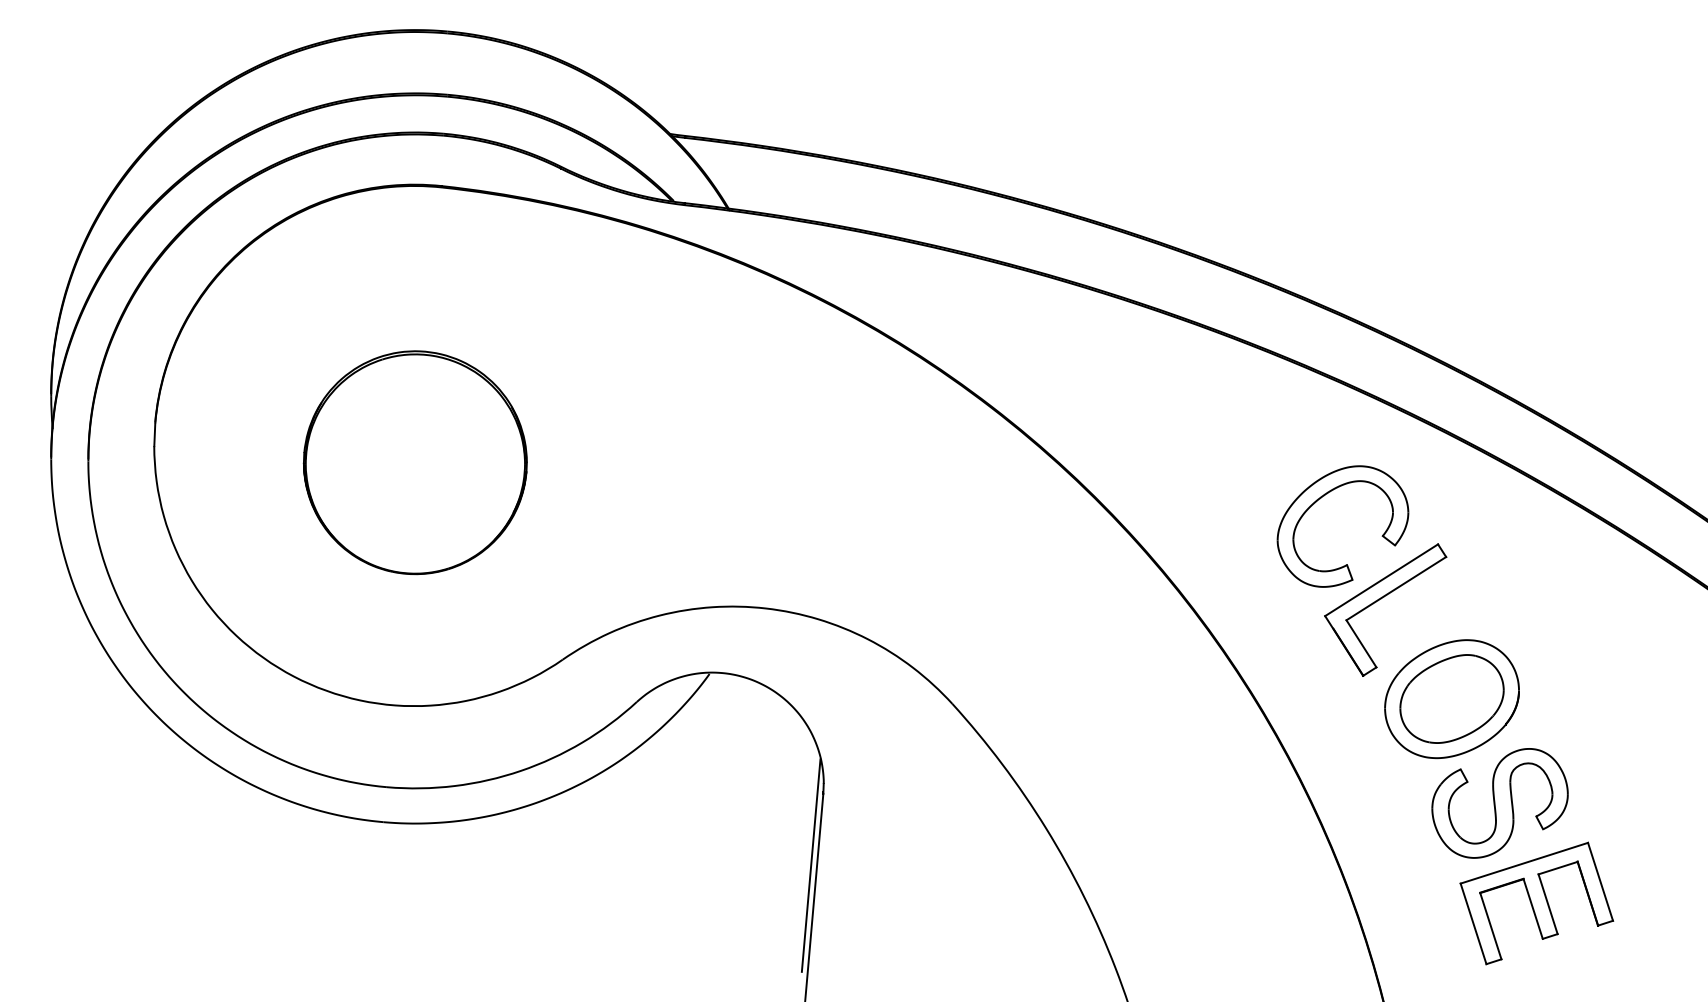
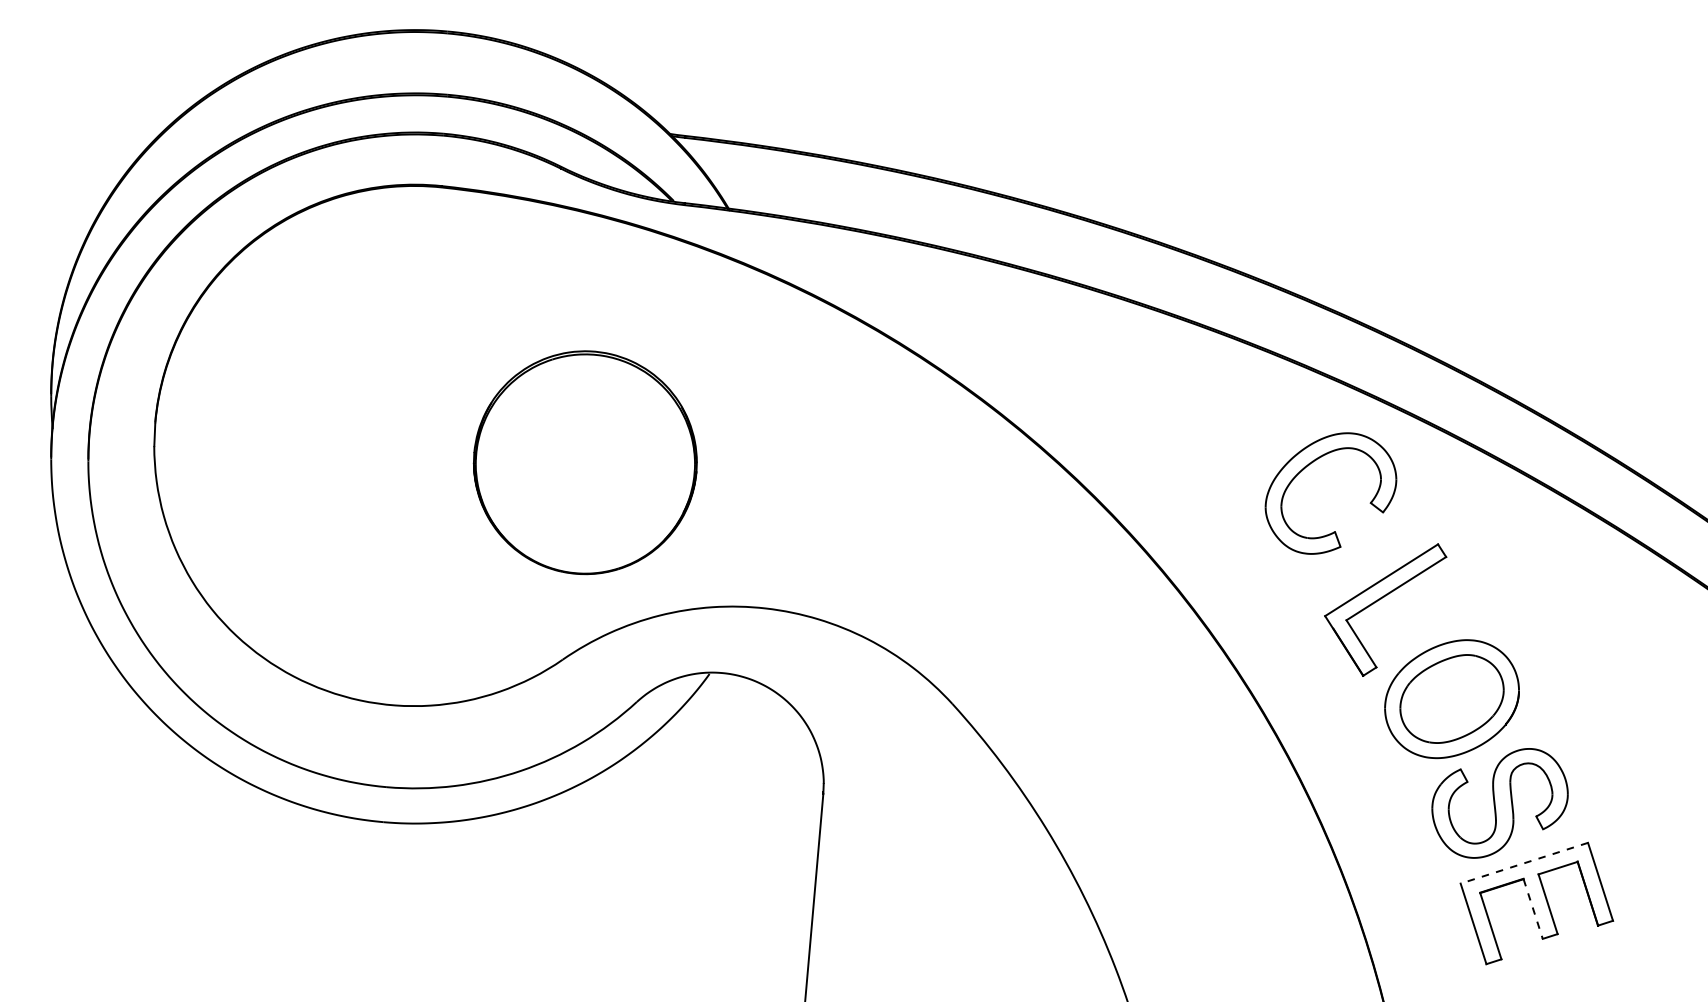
part at (414, 462) position: (414, 462) -> (584, 462)
part at (1320, 499) position: (1320, 499) -> (1308, 466)
line at (1524, 863): solid -> dashed
line at (810, 865): present -> none
line at (1533, 909): solid -> dashed
